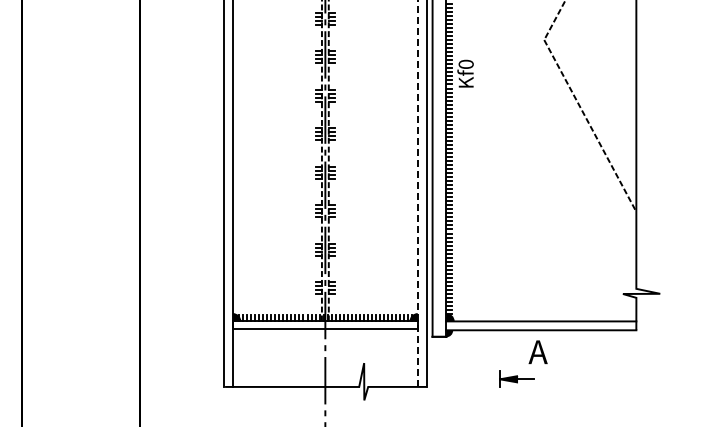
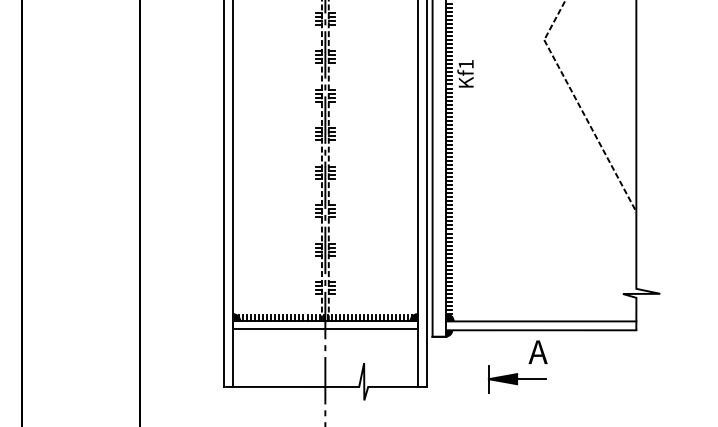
text at (465, 63): Kf0 -> Kf1
line at (417, 193): dashed -> solid
part at (516, 378) size: 36x18 px -> 60x29 px
